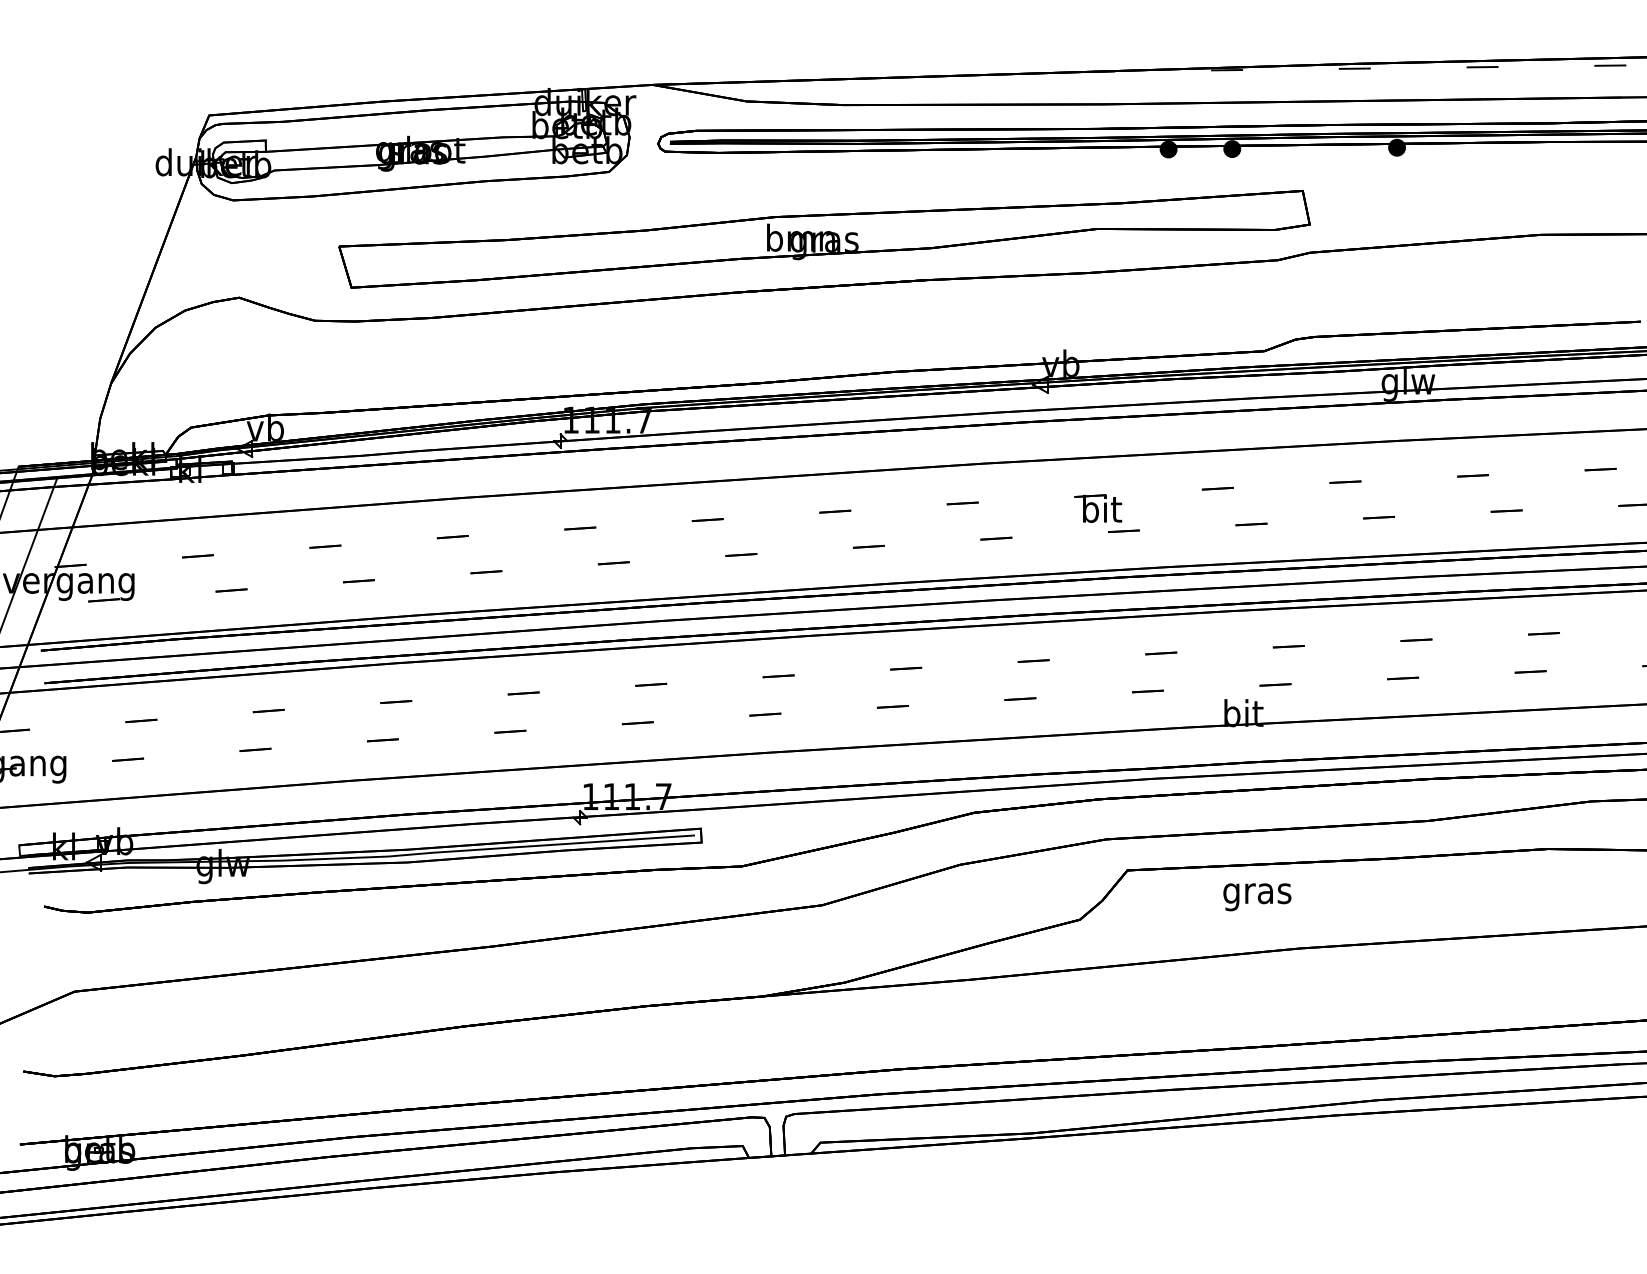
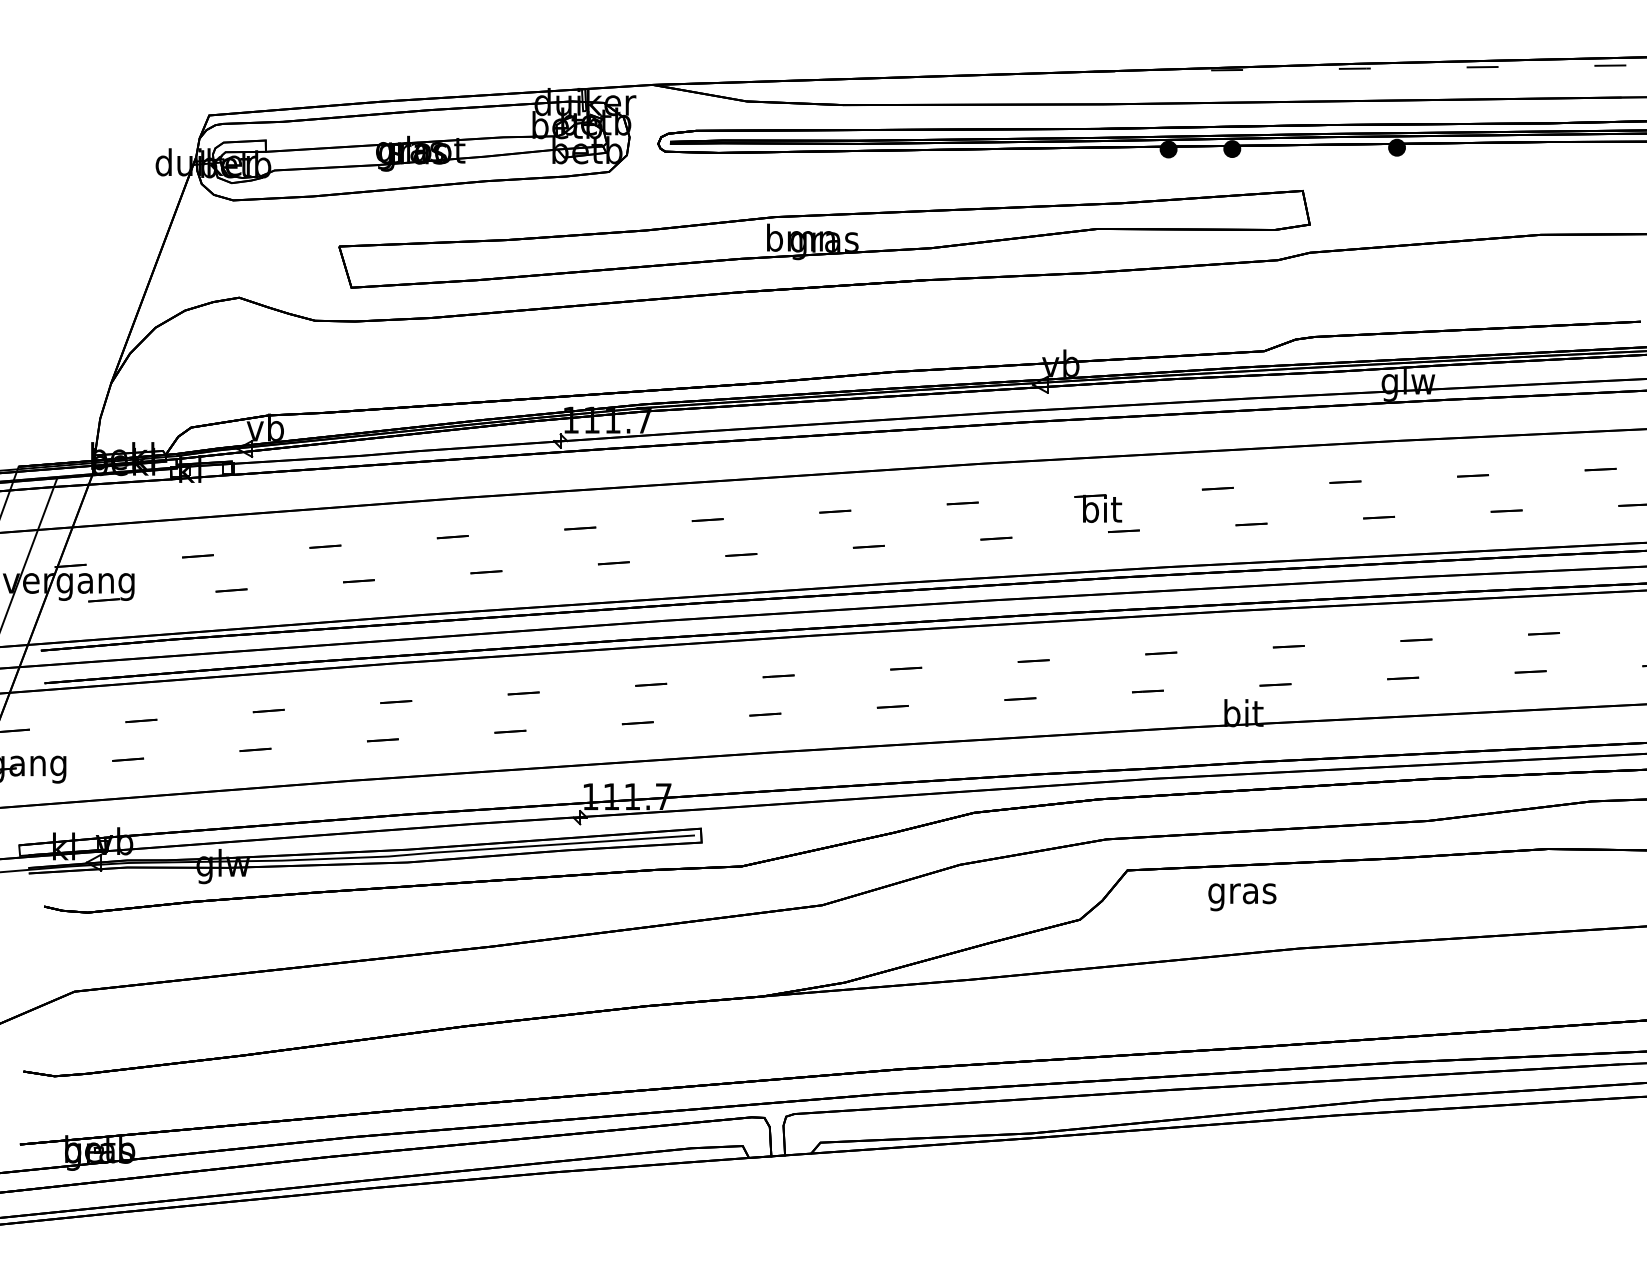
text at (1257, 897) position: (1257, 897) -> (1242, 897)
